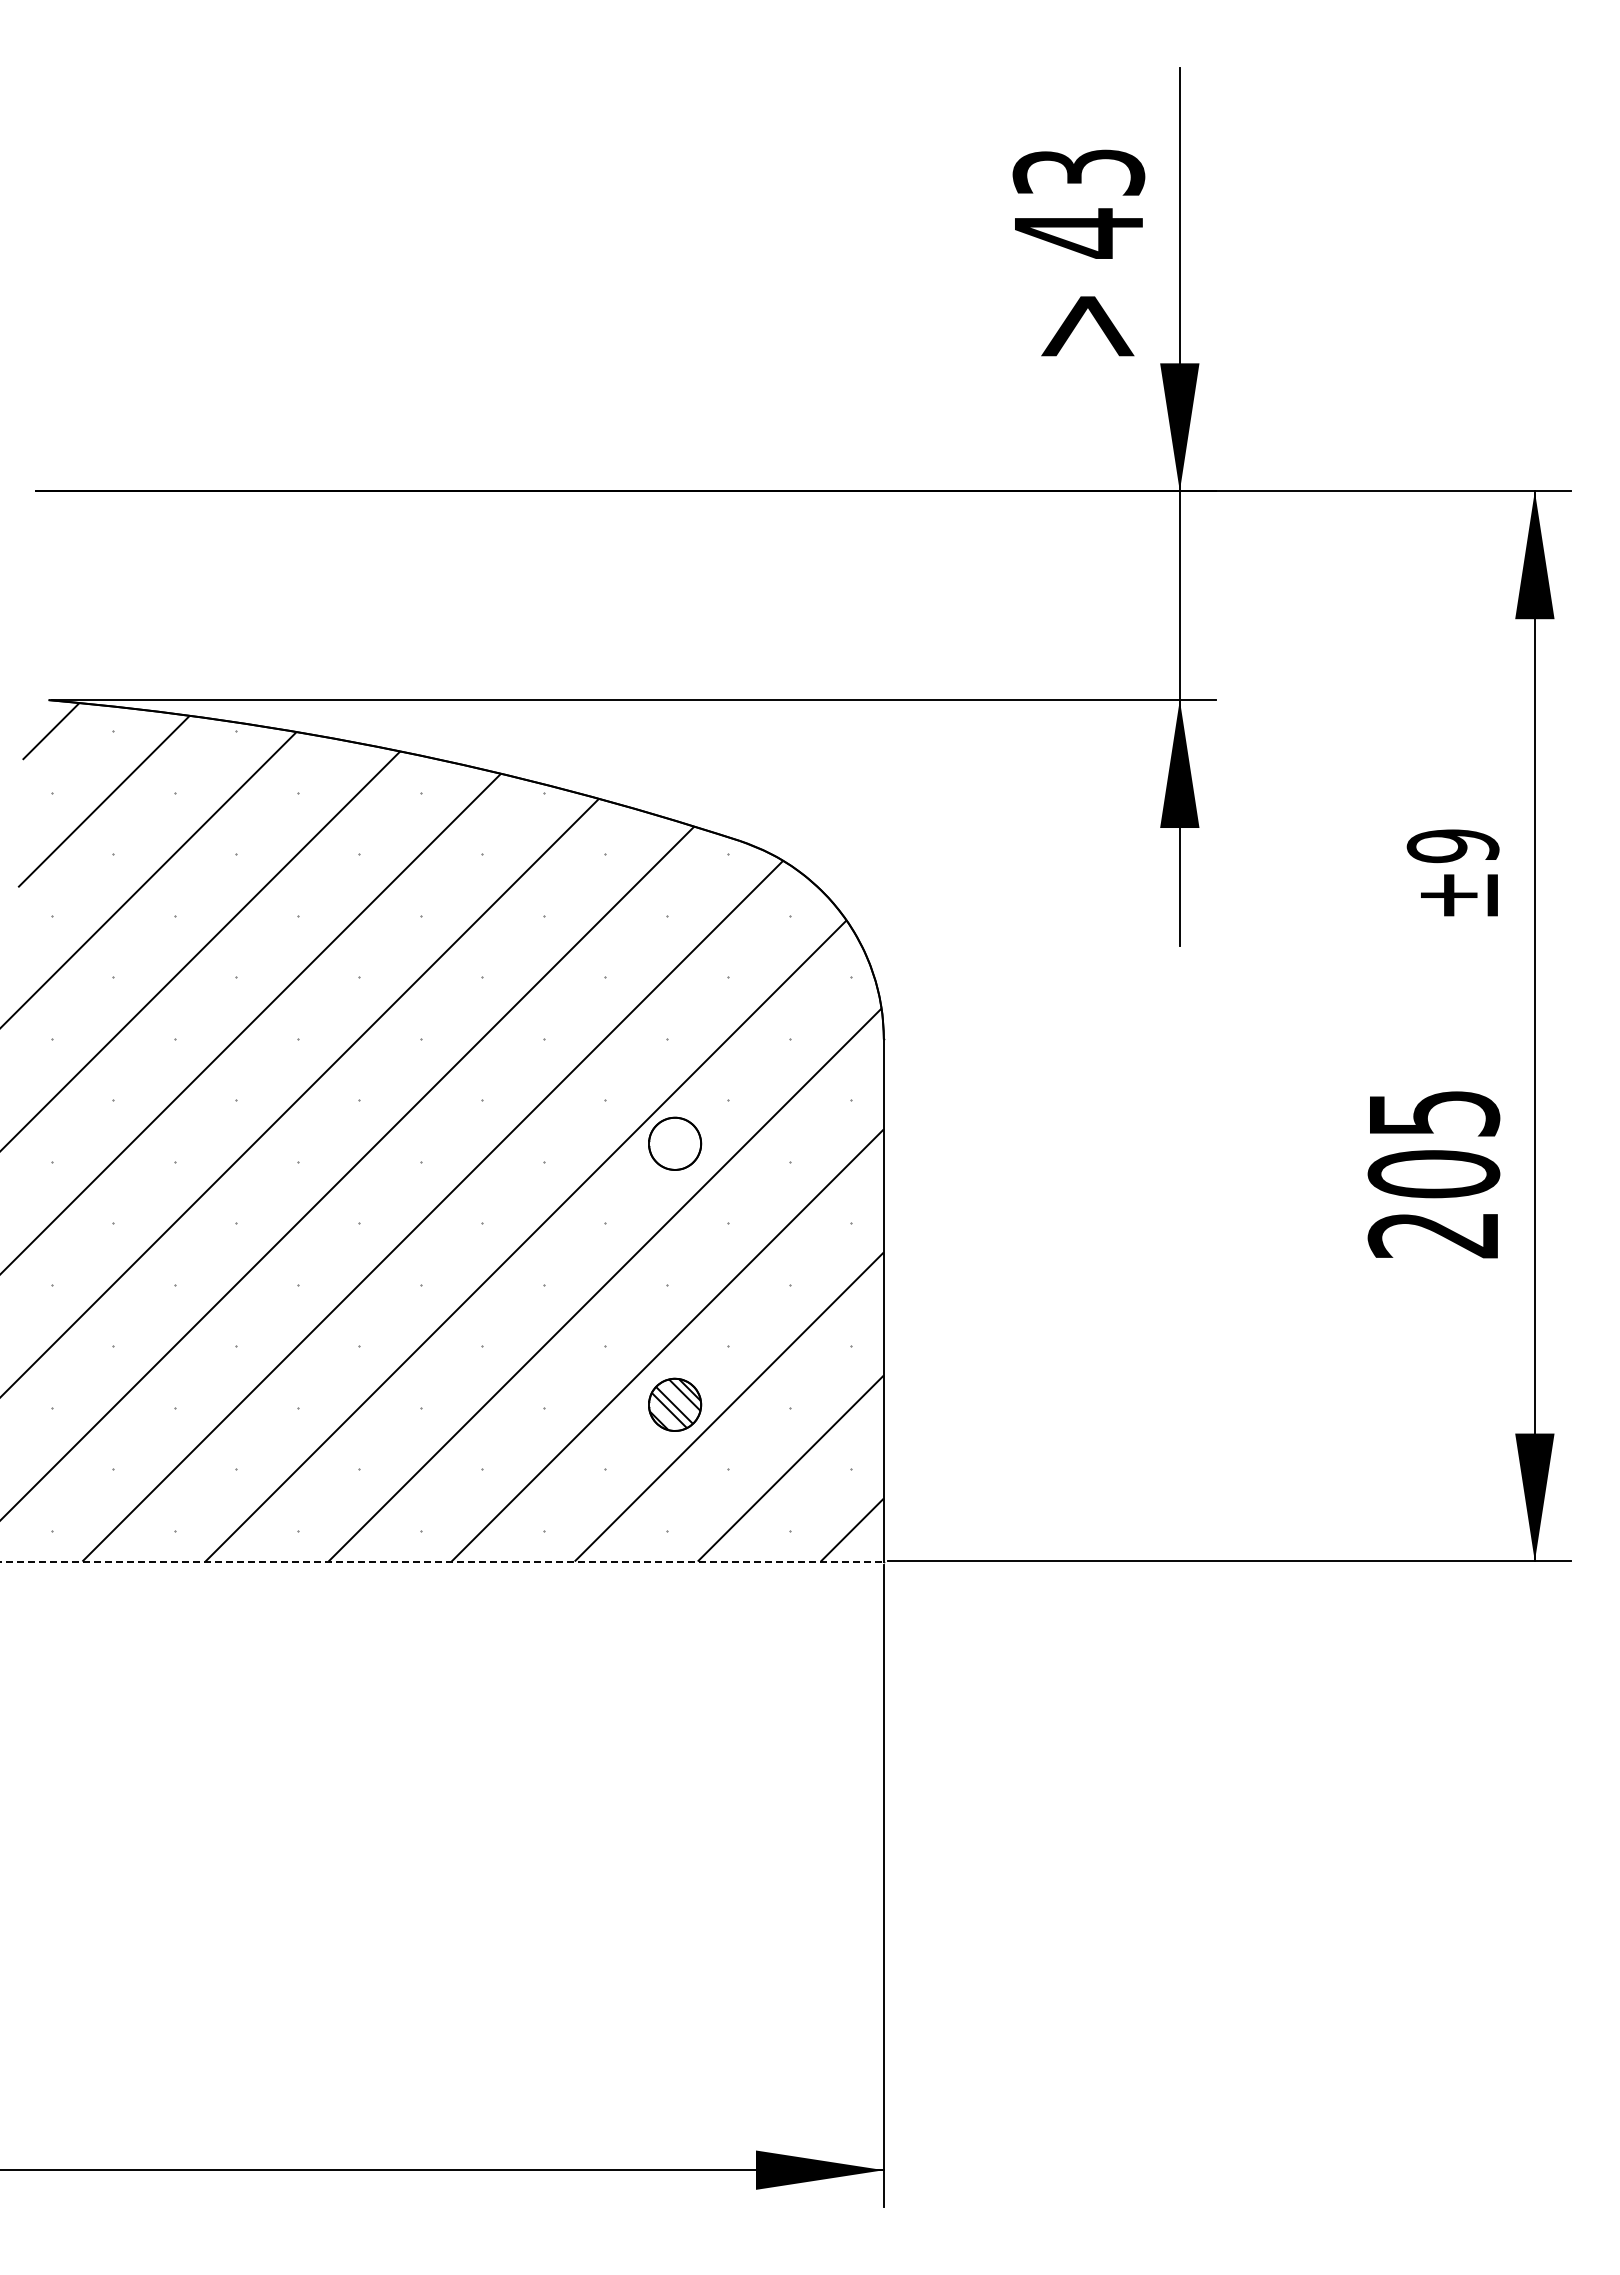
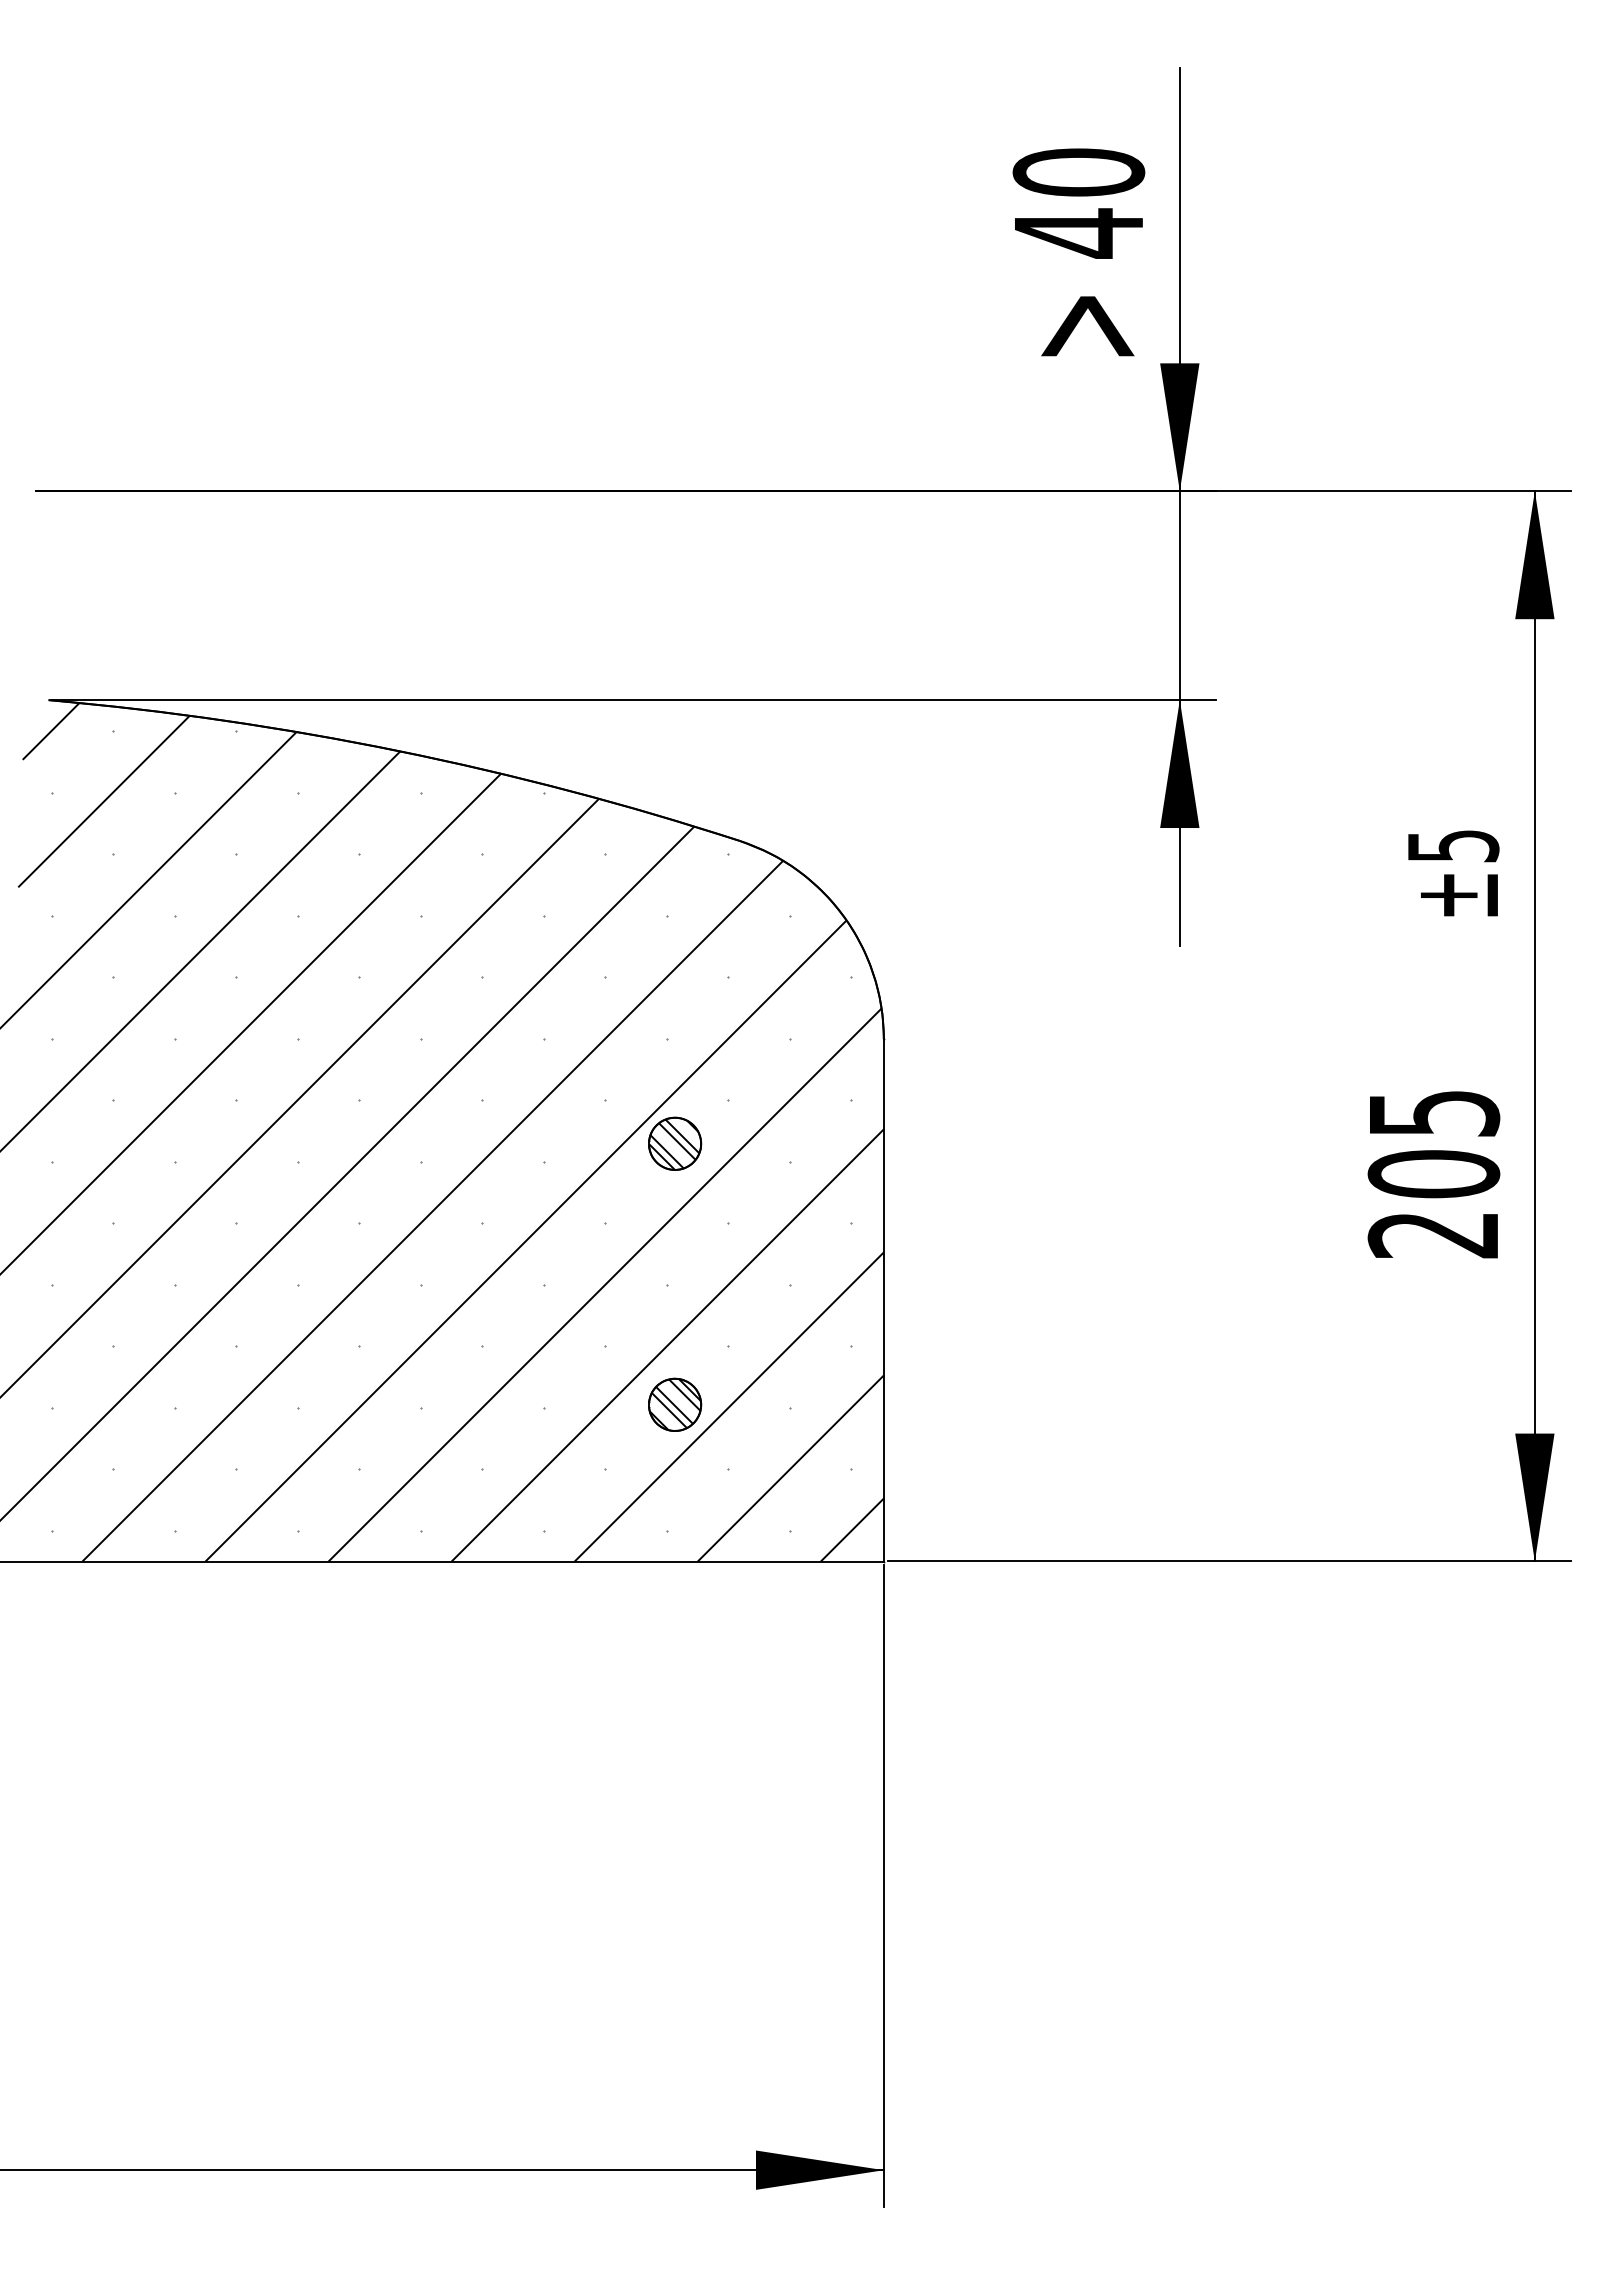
text at (1078, 172): 43 -> 40
text at (1452, 846): ±9 -> ±5
hatch at (674, 1144): none -> present
line at (442, 1561): dashed -> solid
